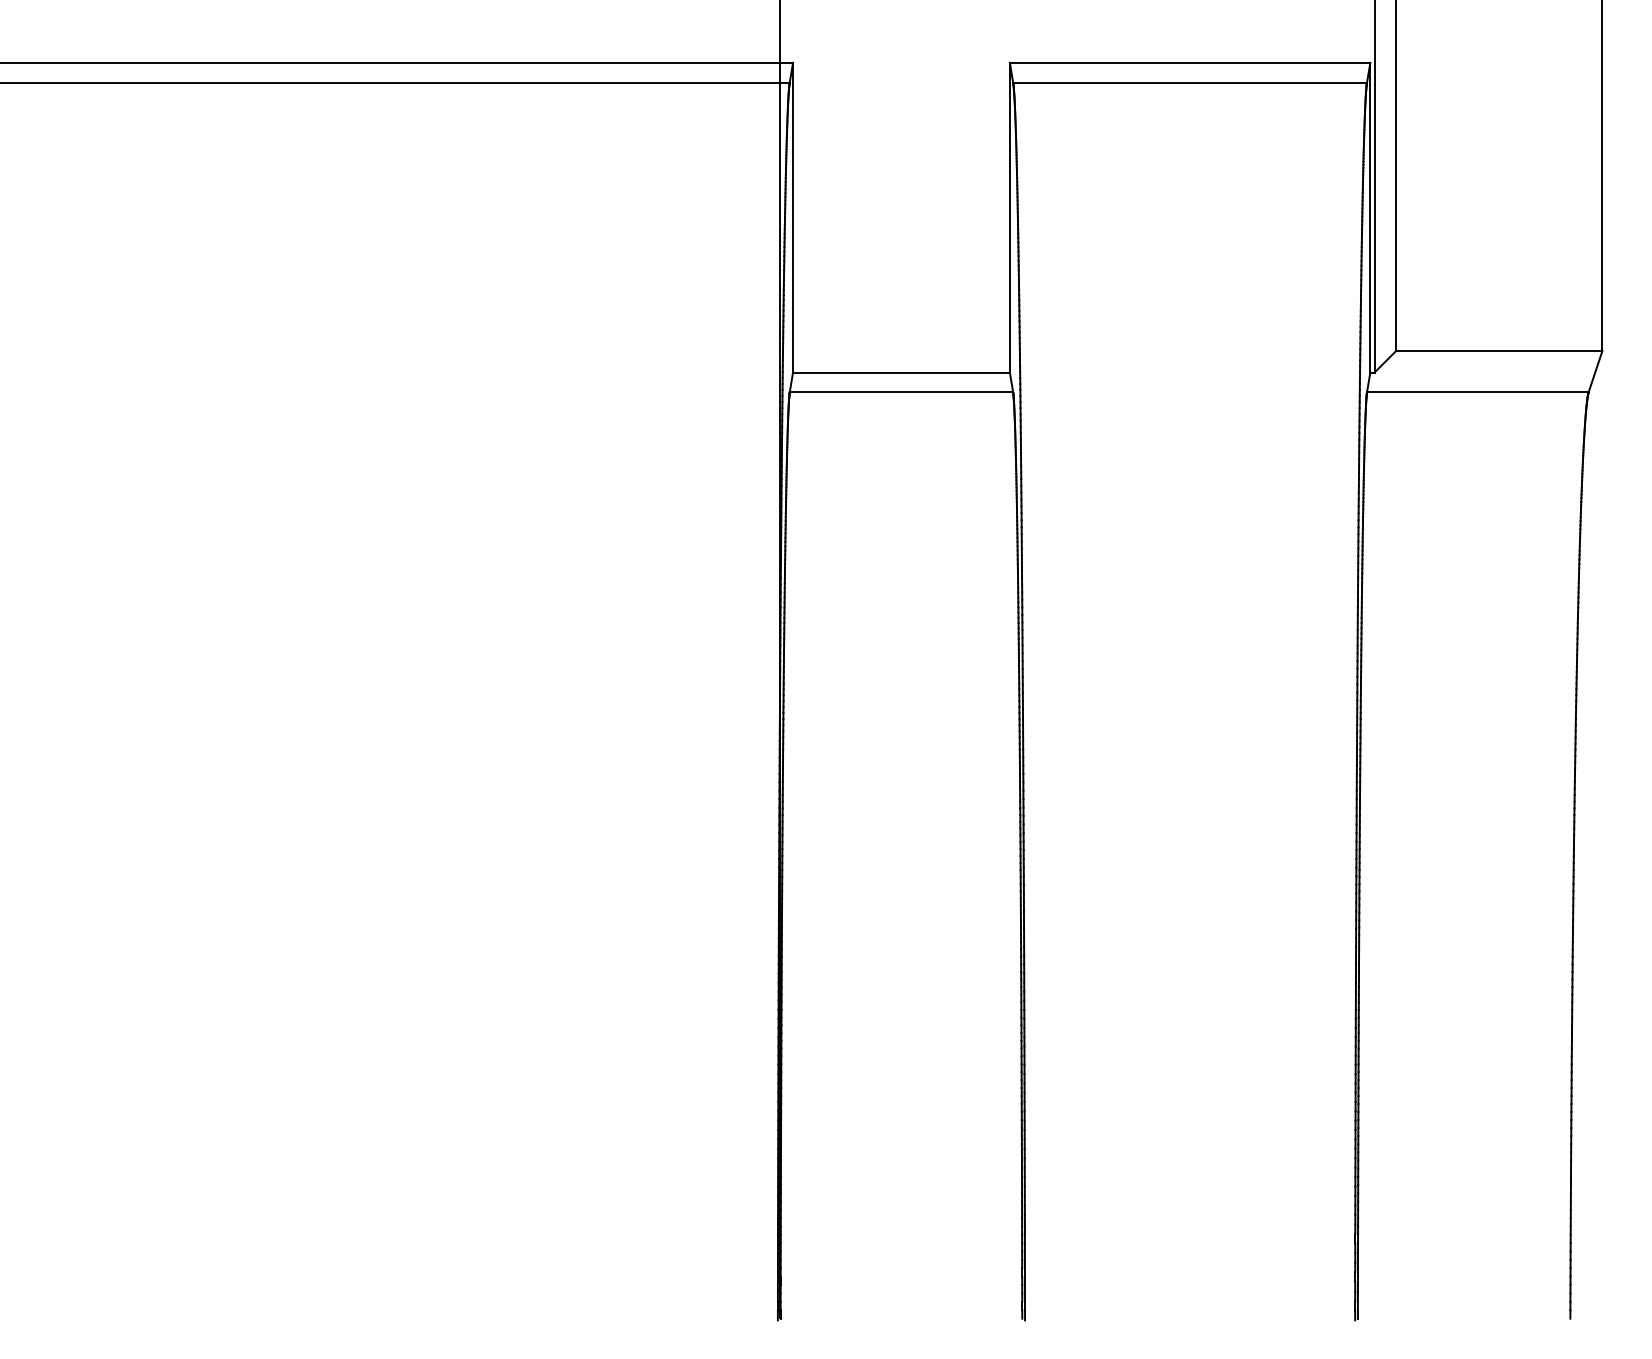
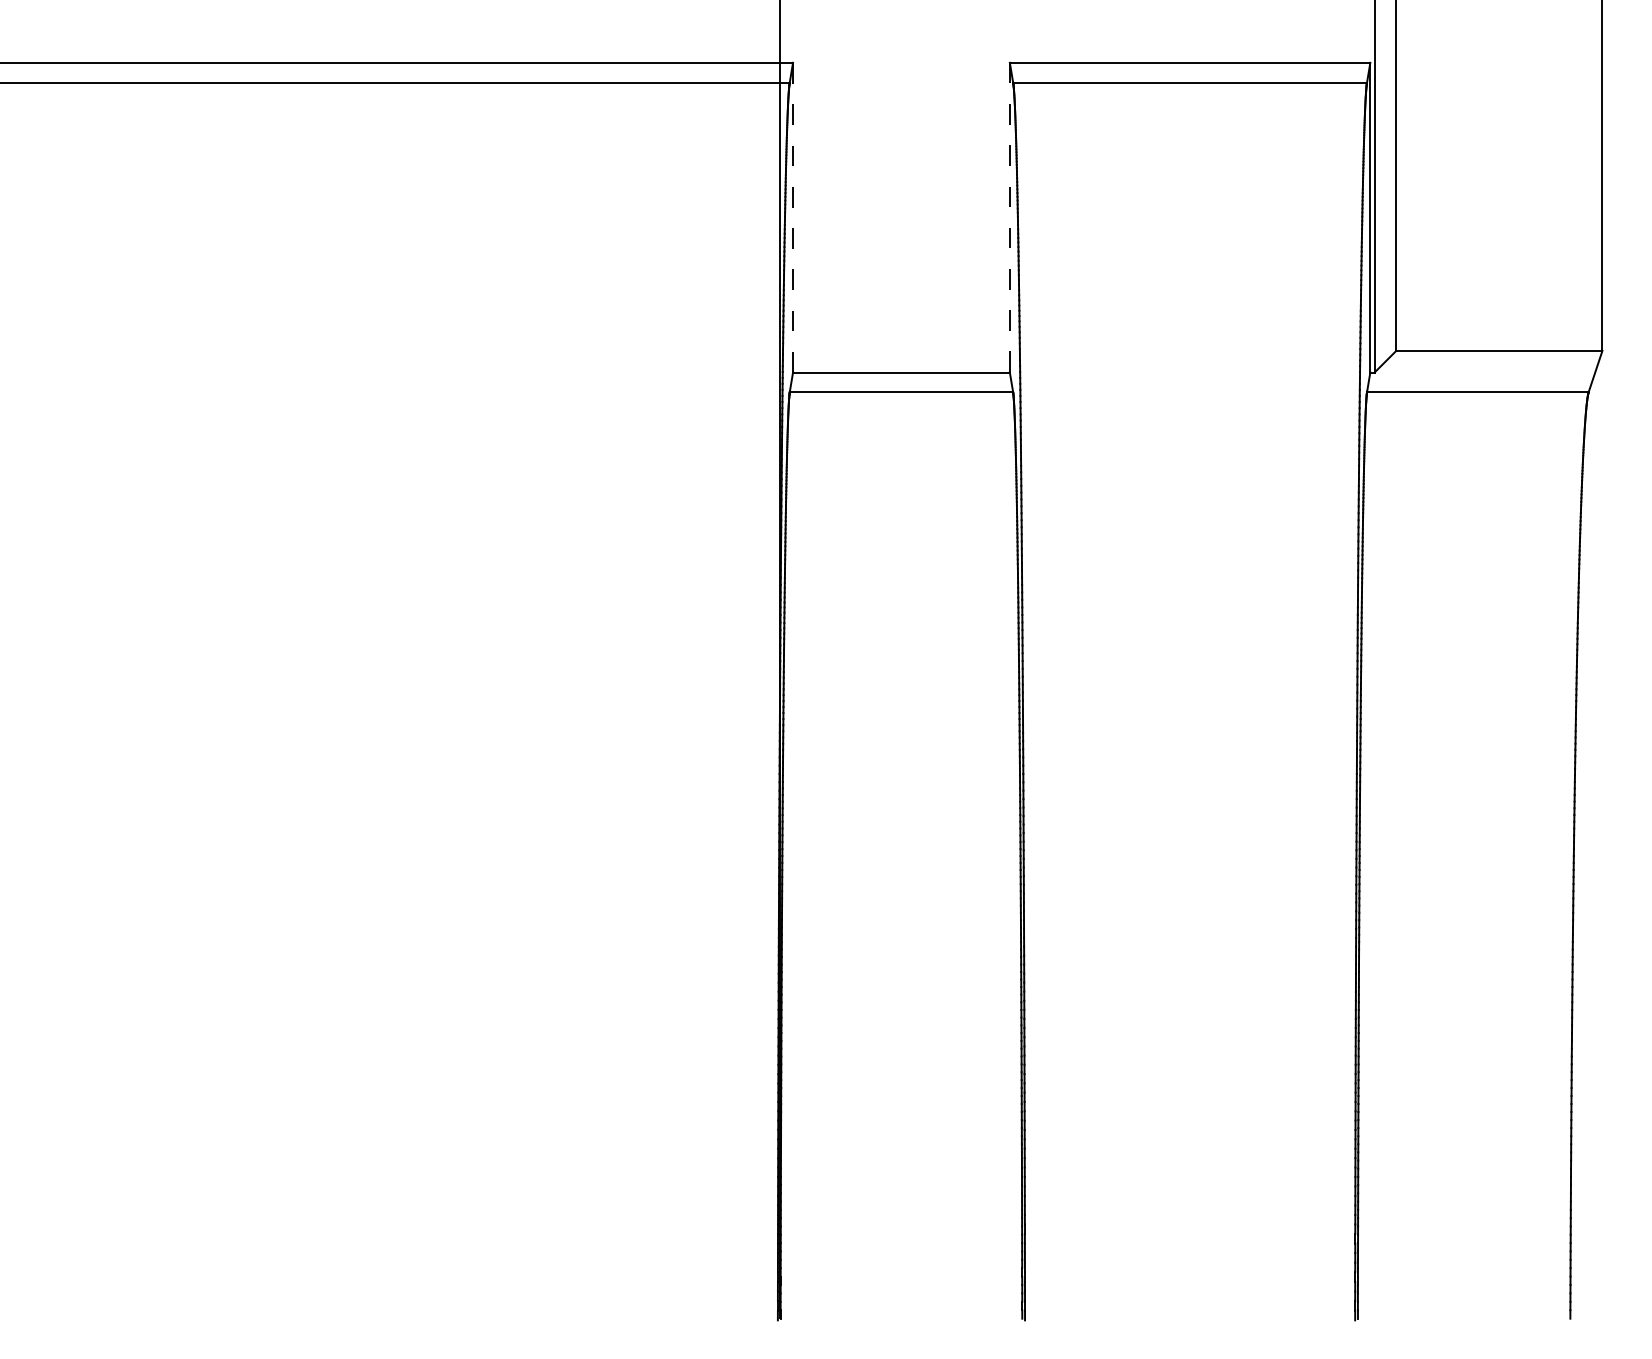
line at (793, 217): solid -> dashed
line at (1009, 217): solid -> dashed
